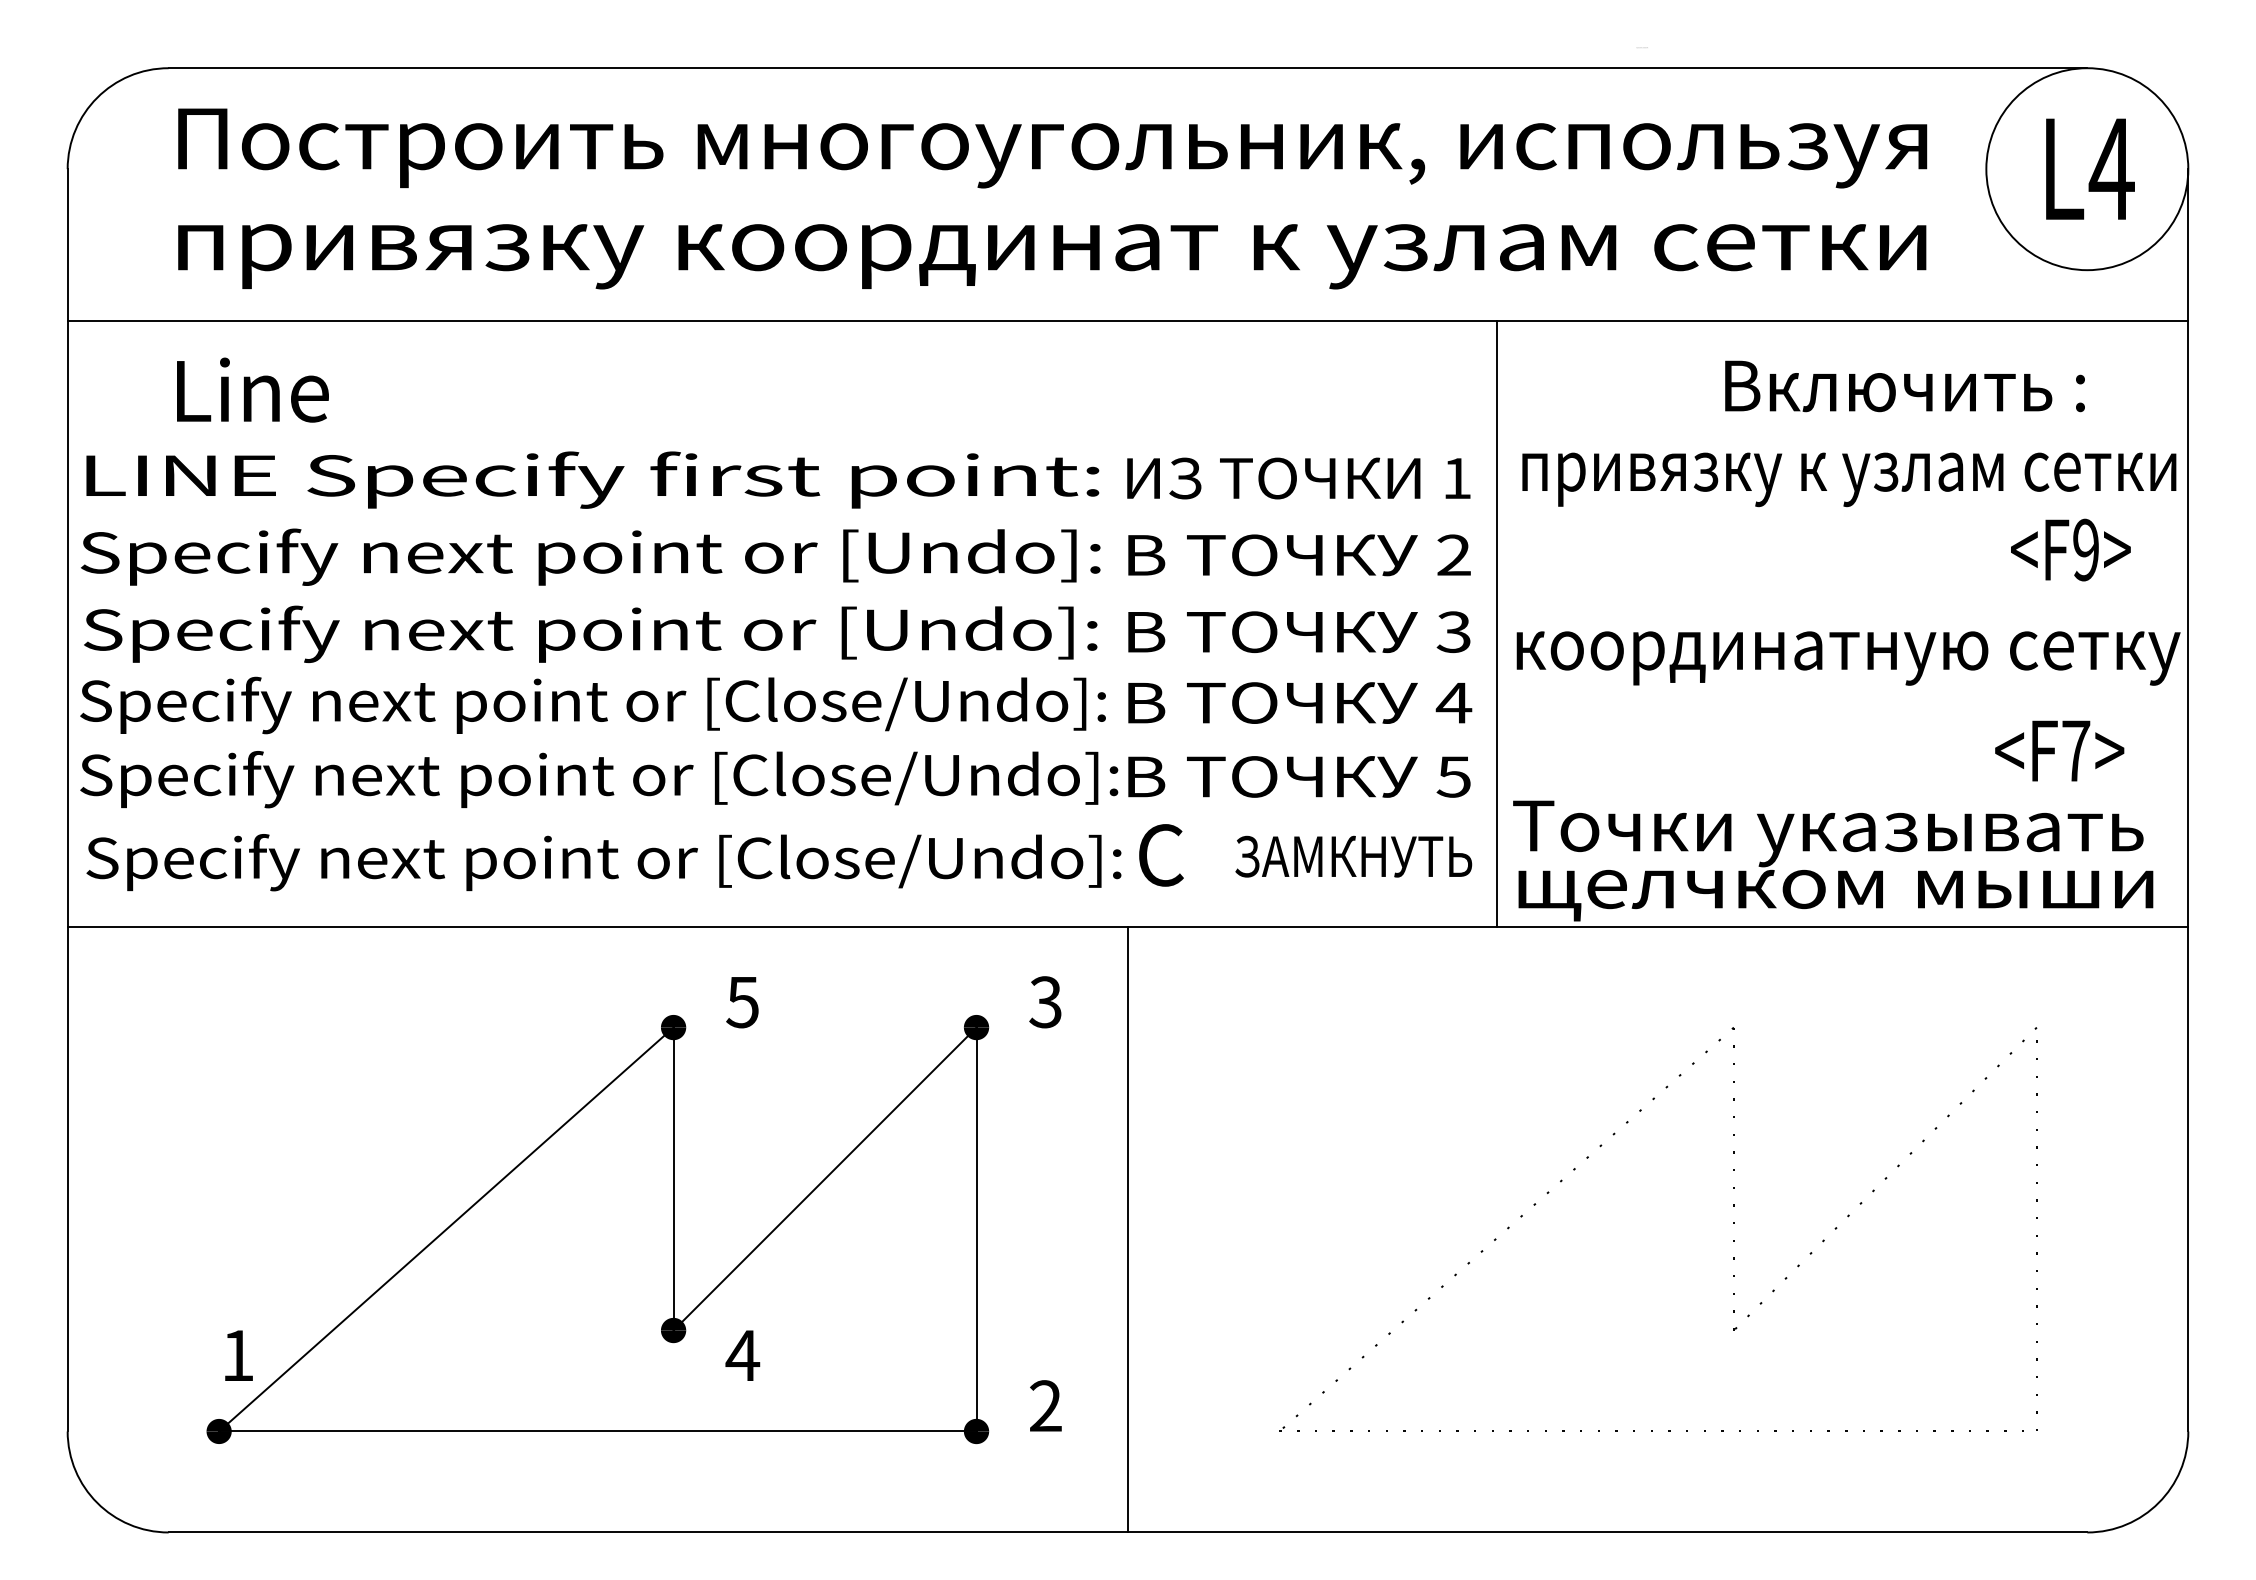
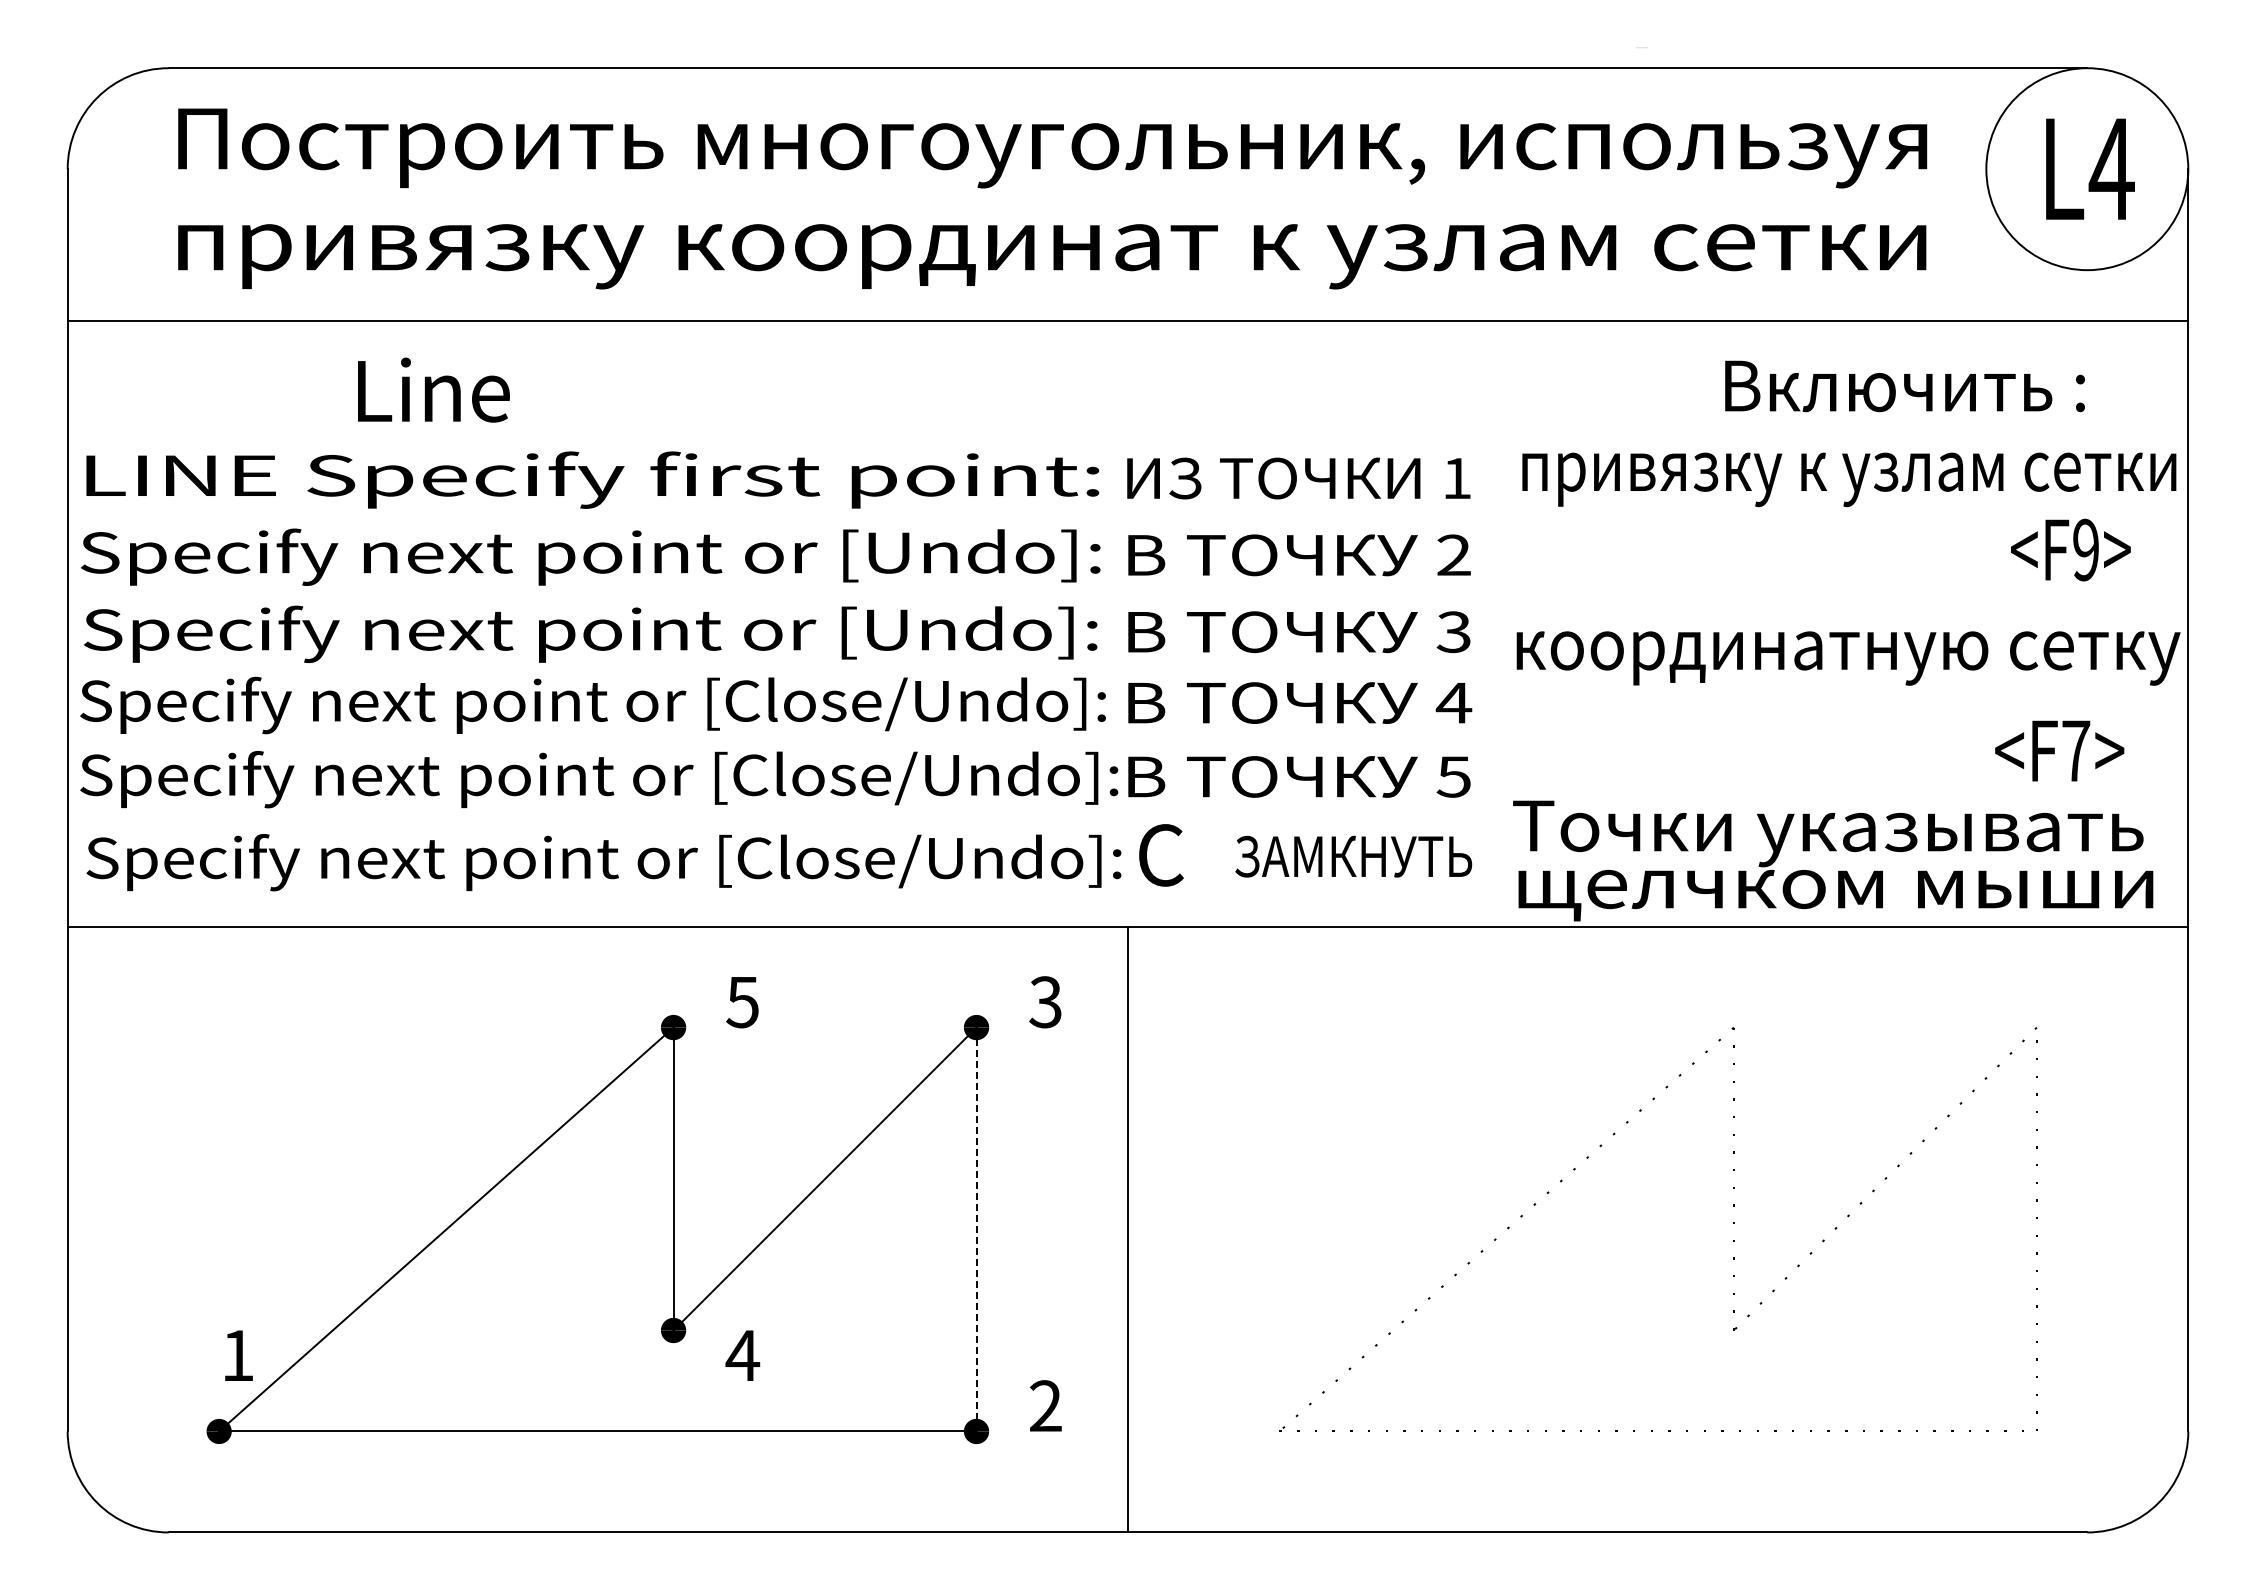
text at (252, 389) position: (252, 389) -> (433, 389)
line at (1496, 623): present -> none
line at (976, 1229): solid -> dashed
